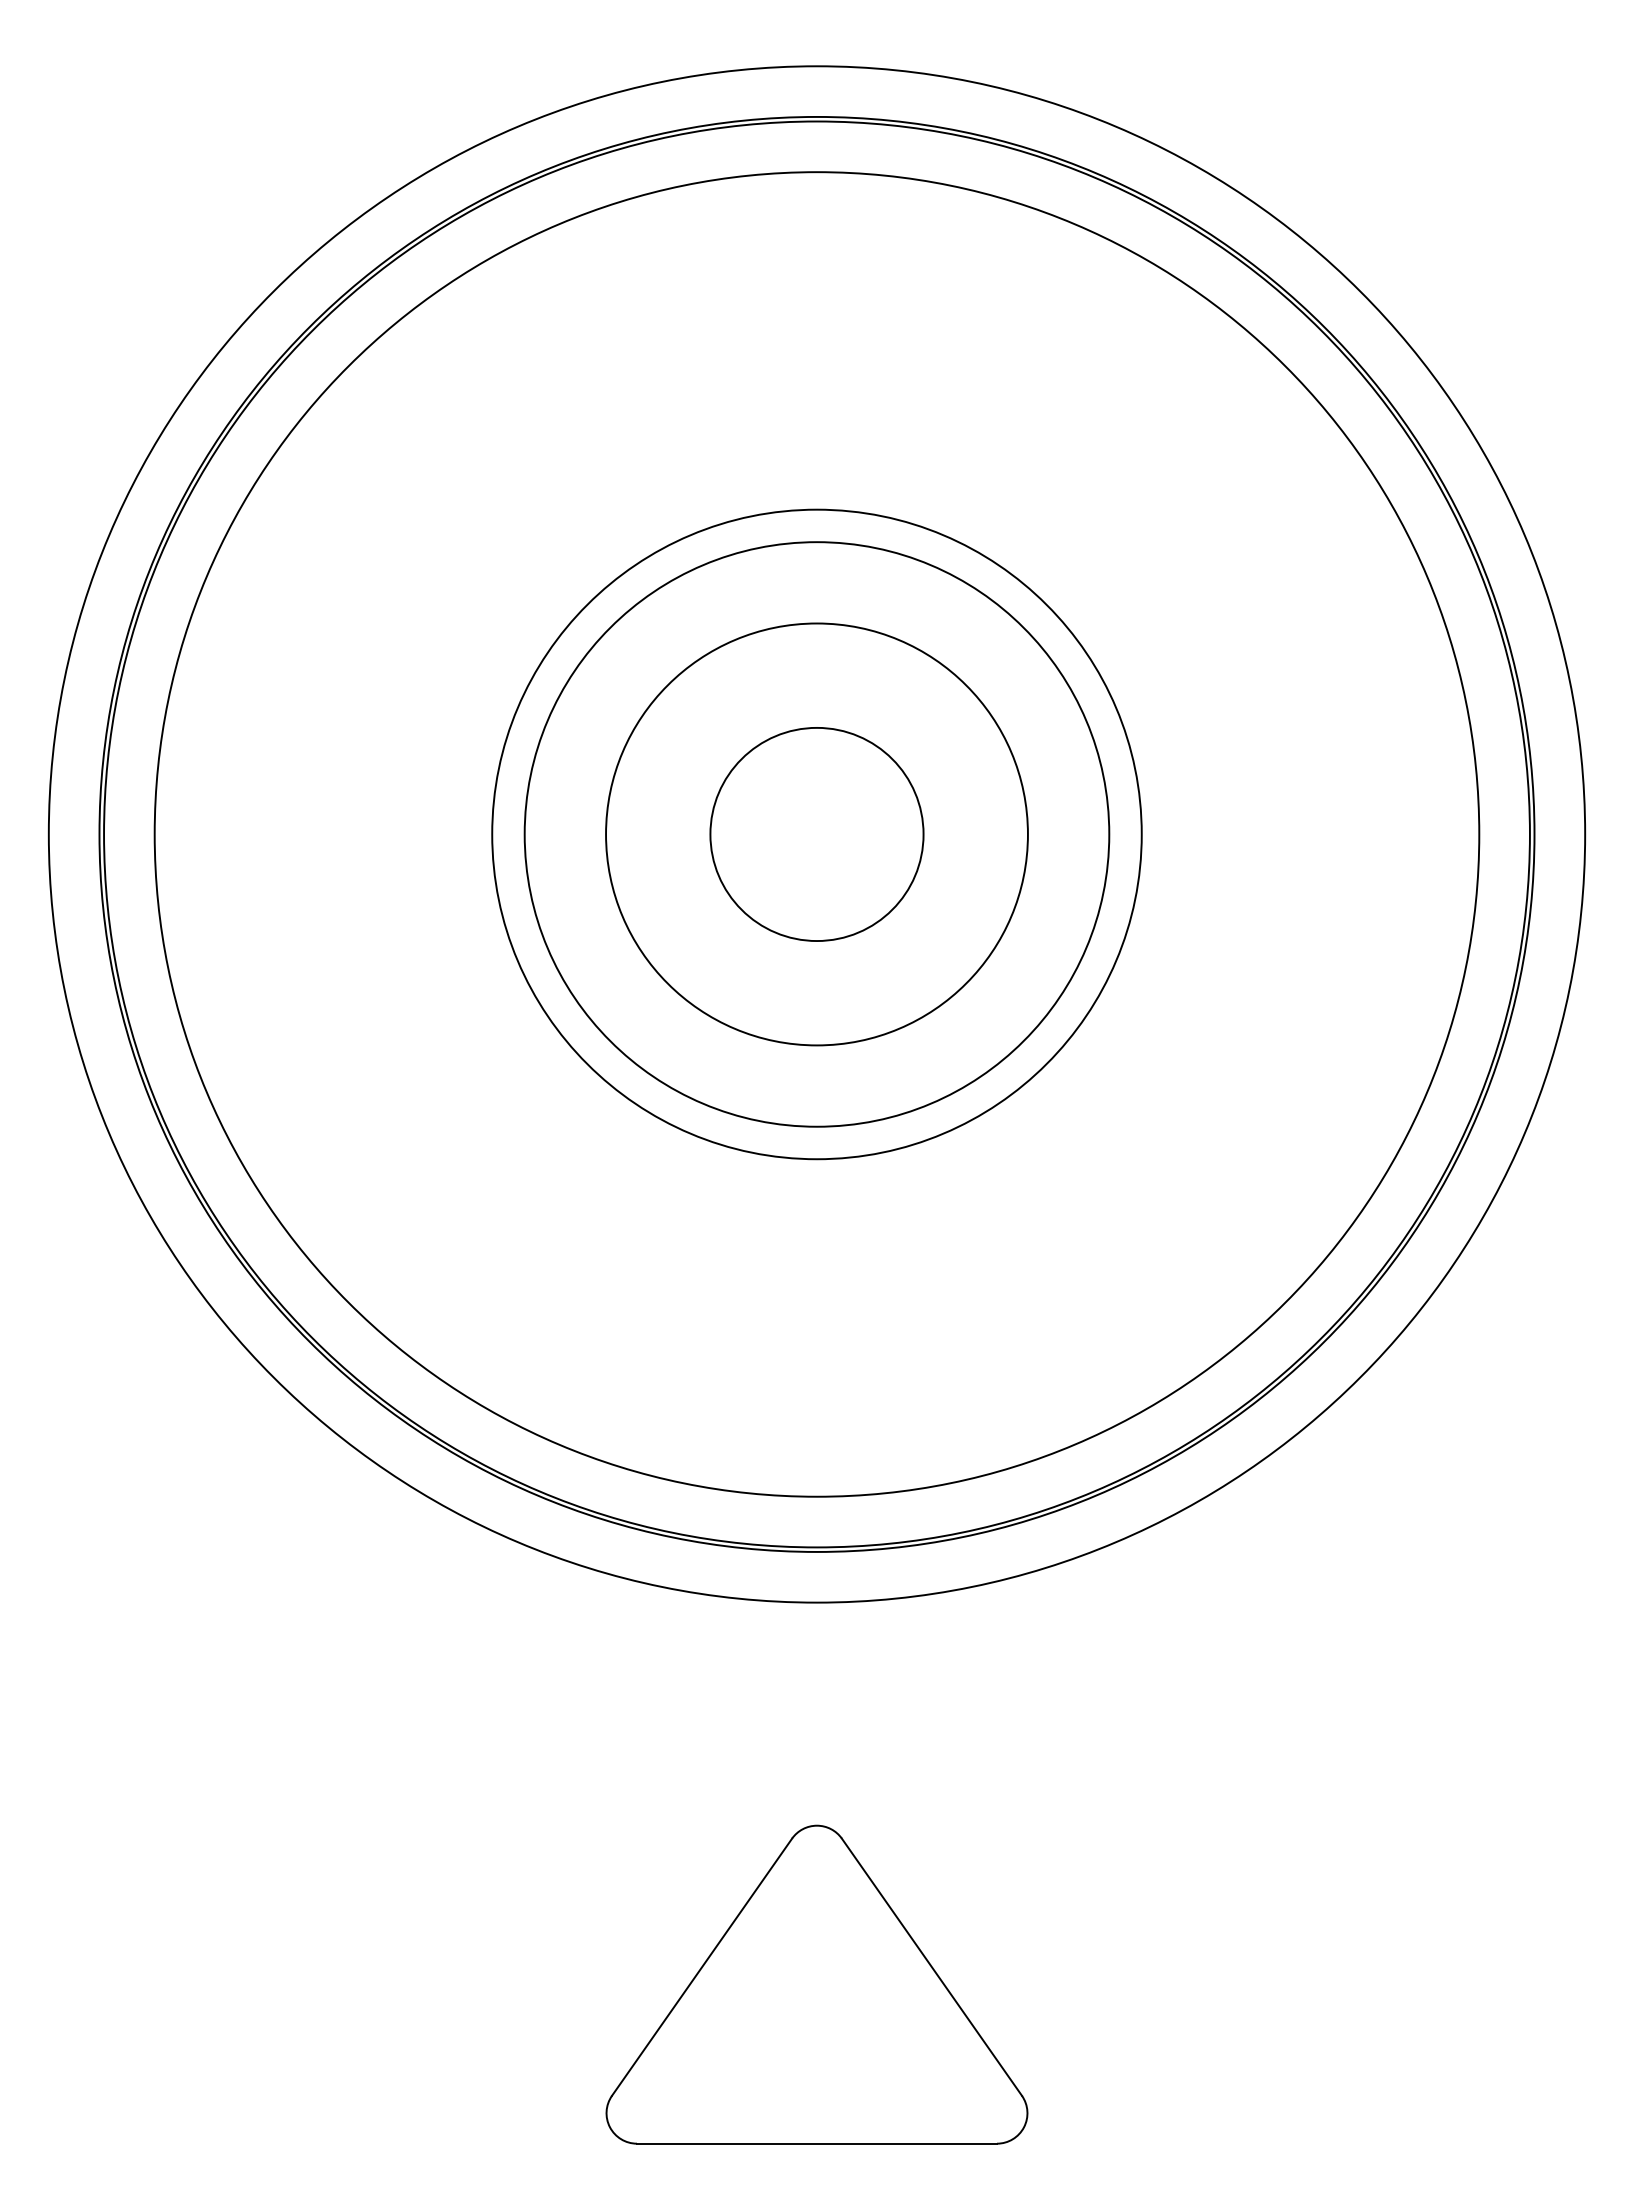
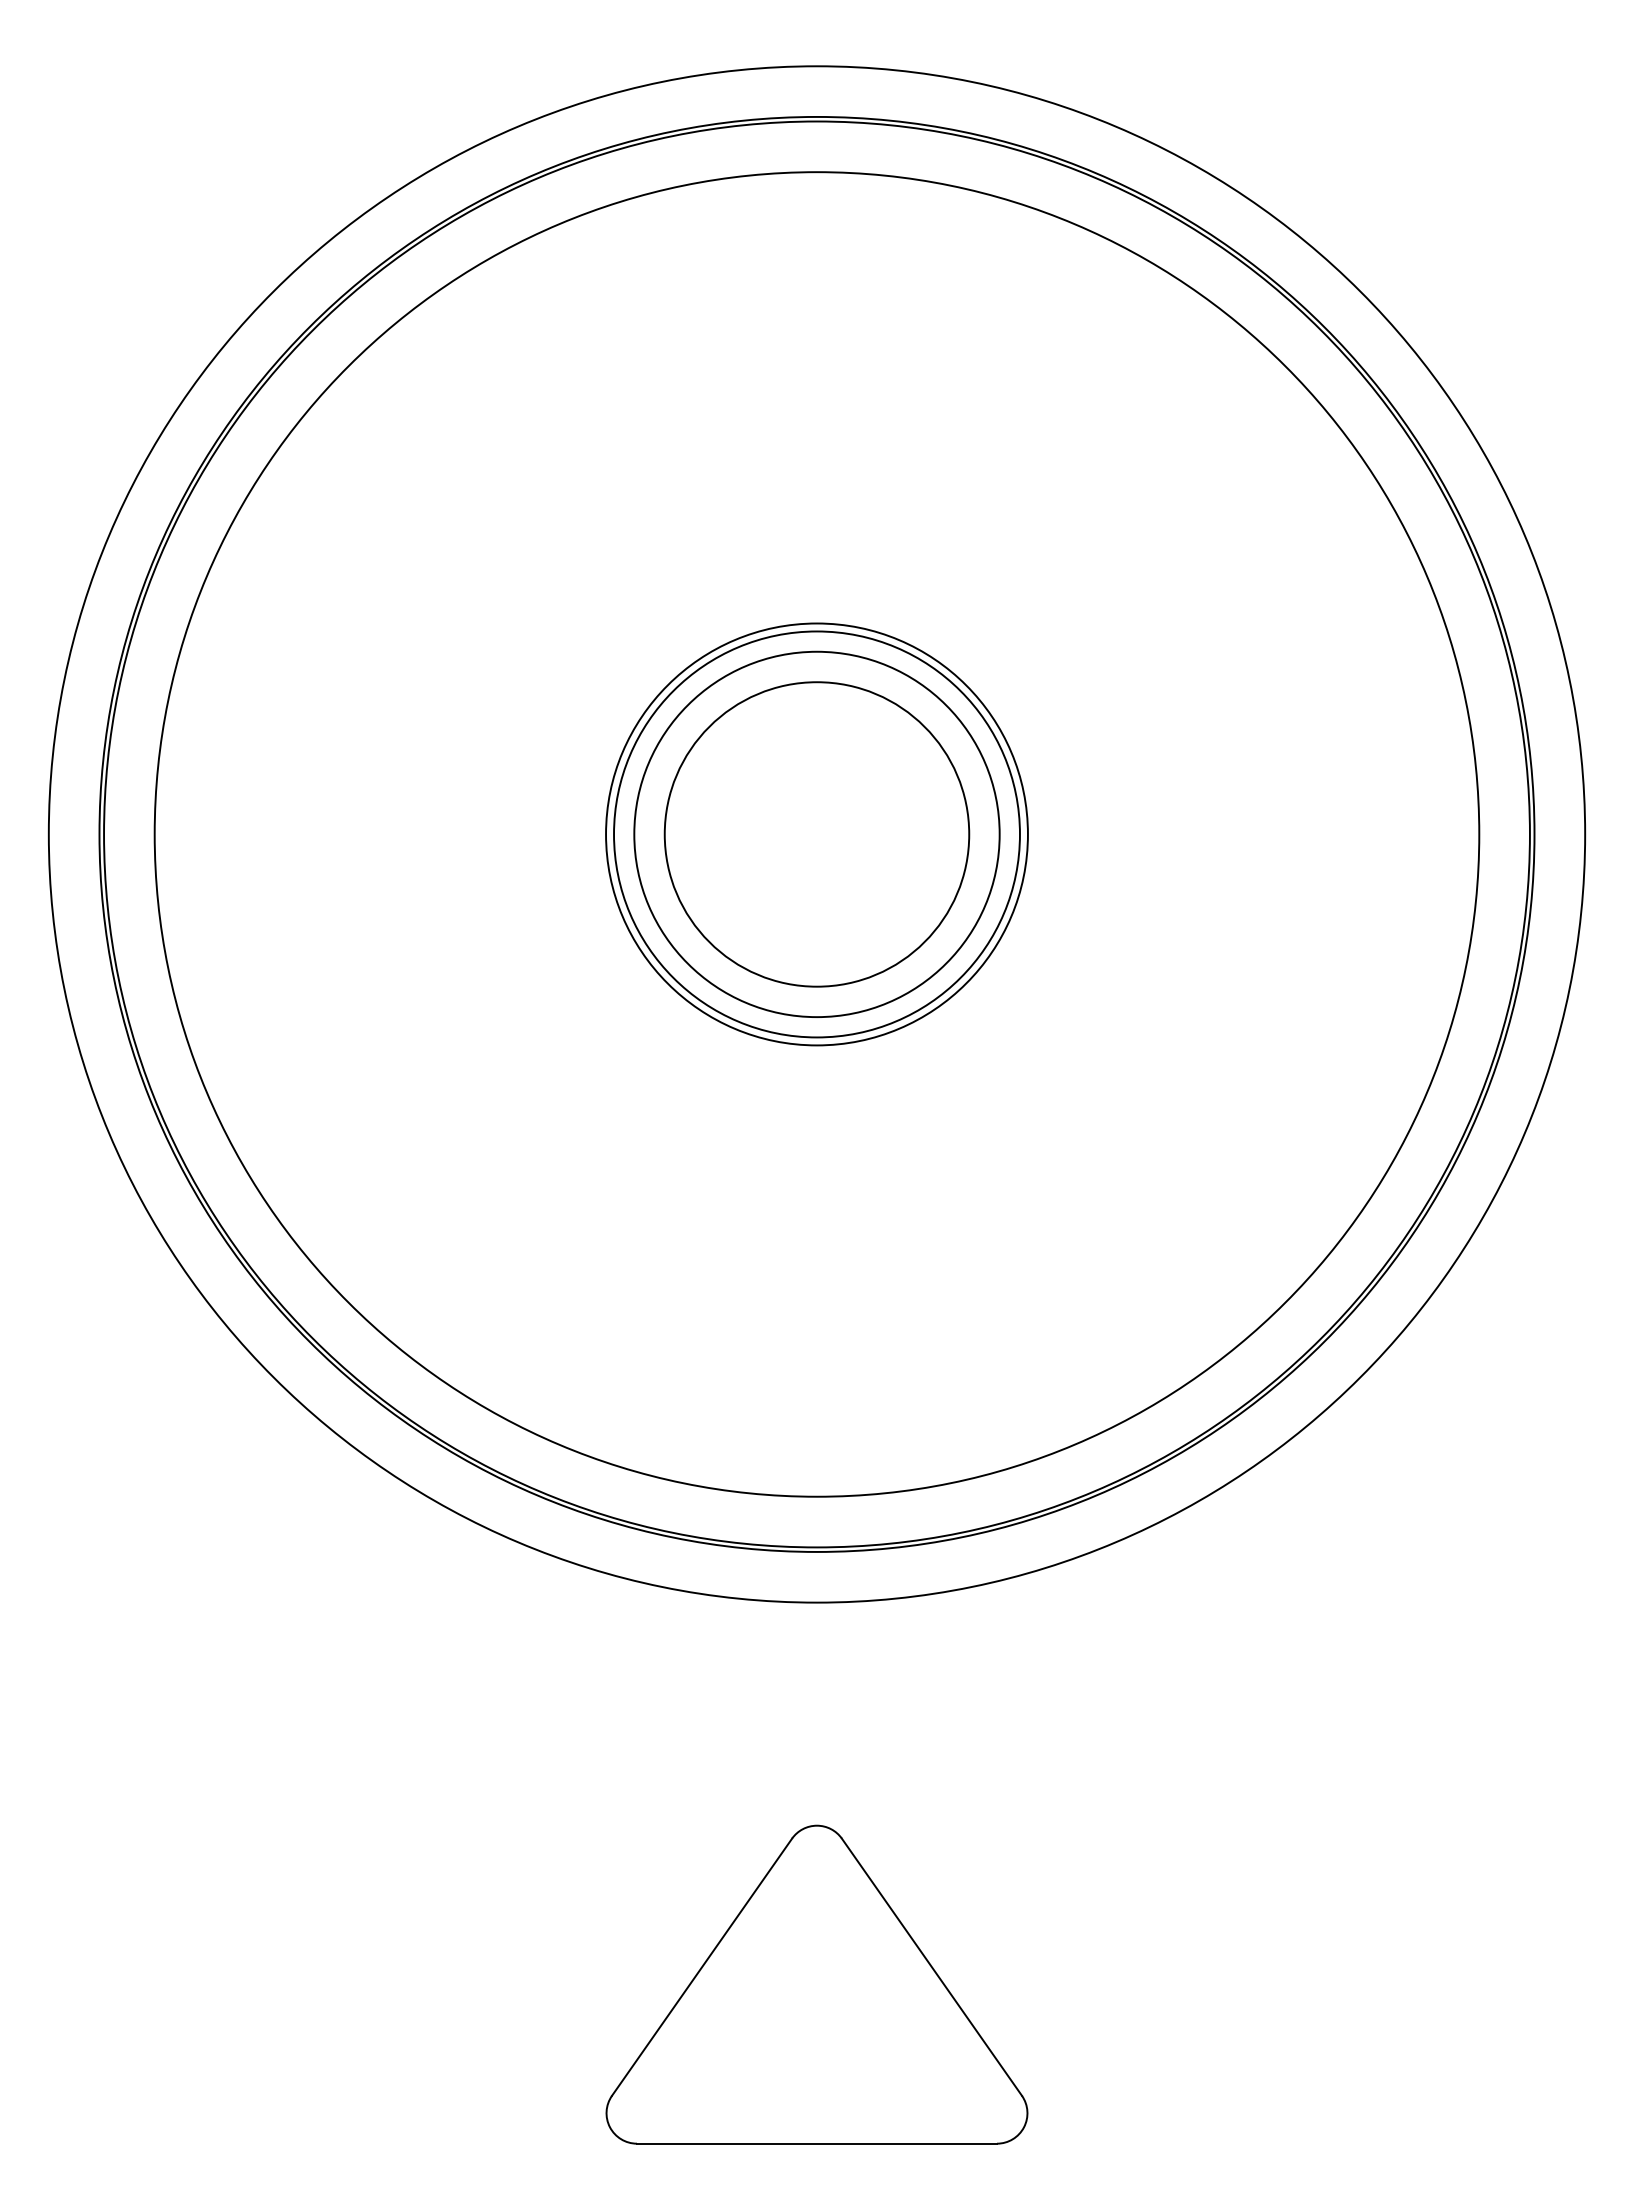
circle at (816, 834) diameter: 213 px -> 304 px
circle at (816, 834) diameter: 585 px -> 365 px
circle at (816, 834) diameter: 650 px -> 406 px
